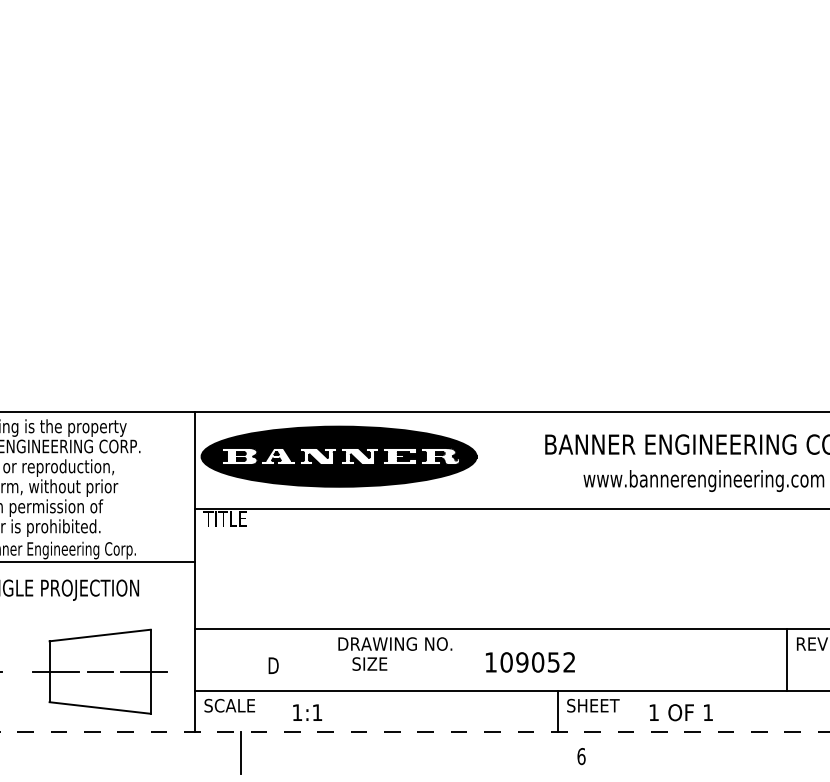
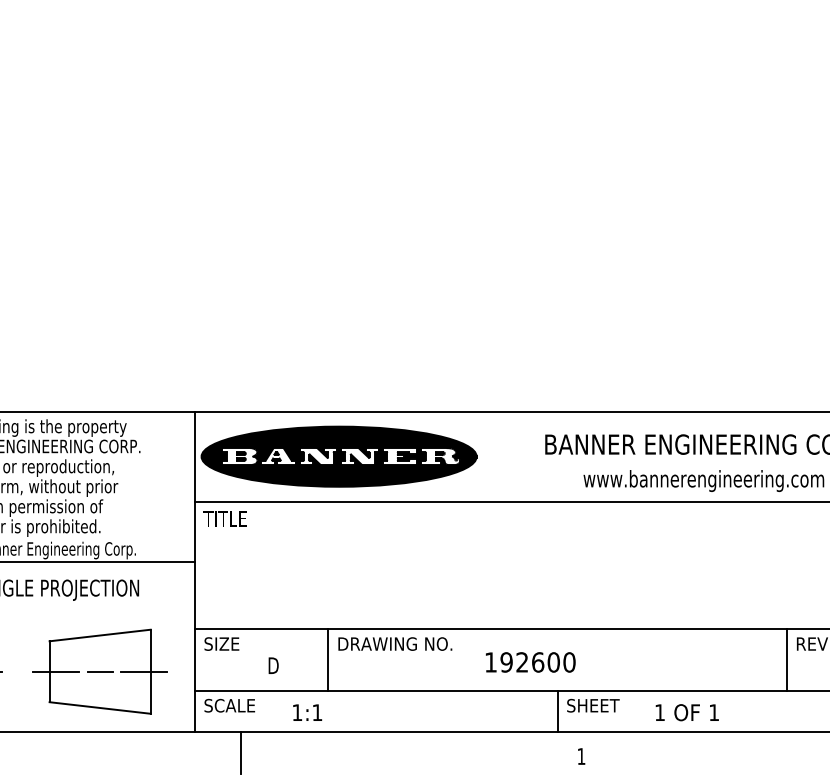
line at (510, 509) position: (510, 509) -> (510, 502)
line at (328, 659): none -> present
text at (537, 662): 109052 -> 192600
text at (369, 663) position: (369, 663) -> (221, 643)
text at (680, 712) position: (680, 712) -> (686, 712)
line at (415, 732): dashed -> solid
text at (581, 756): 6 -> 1
